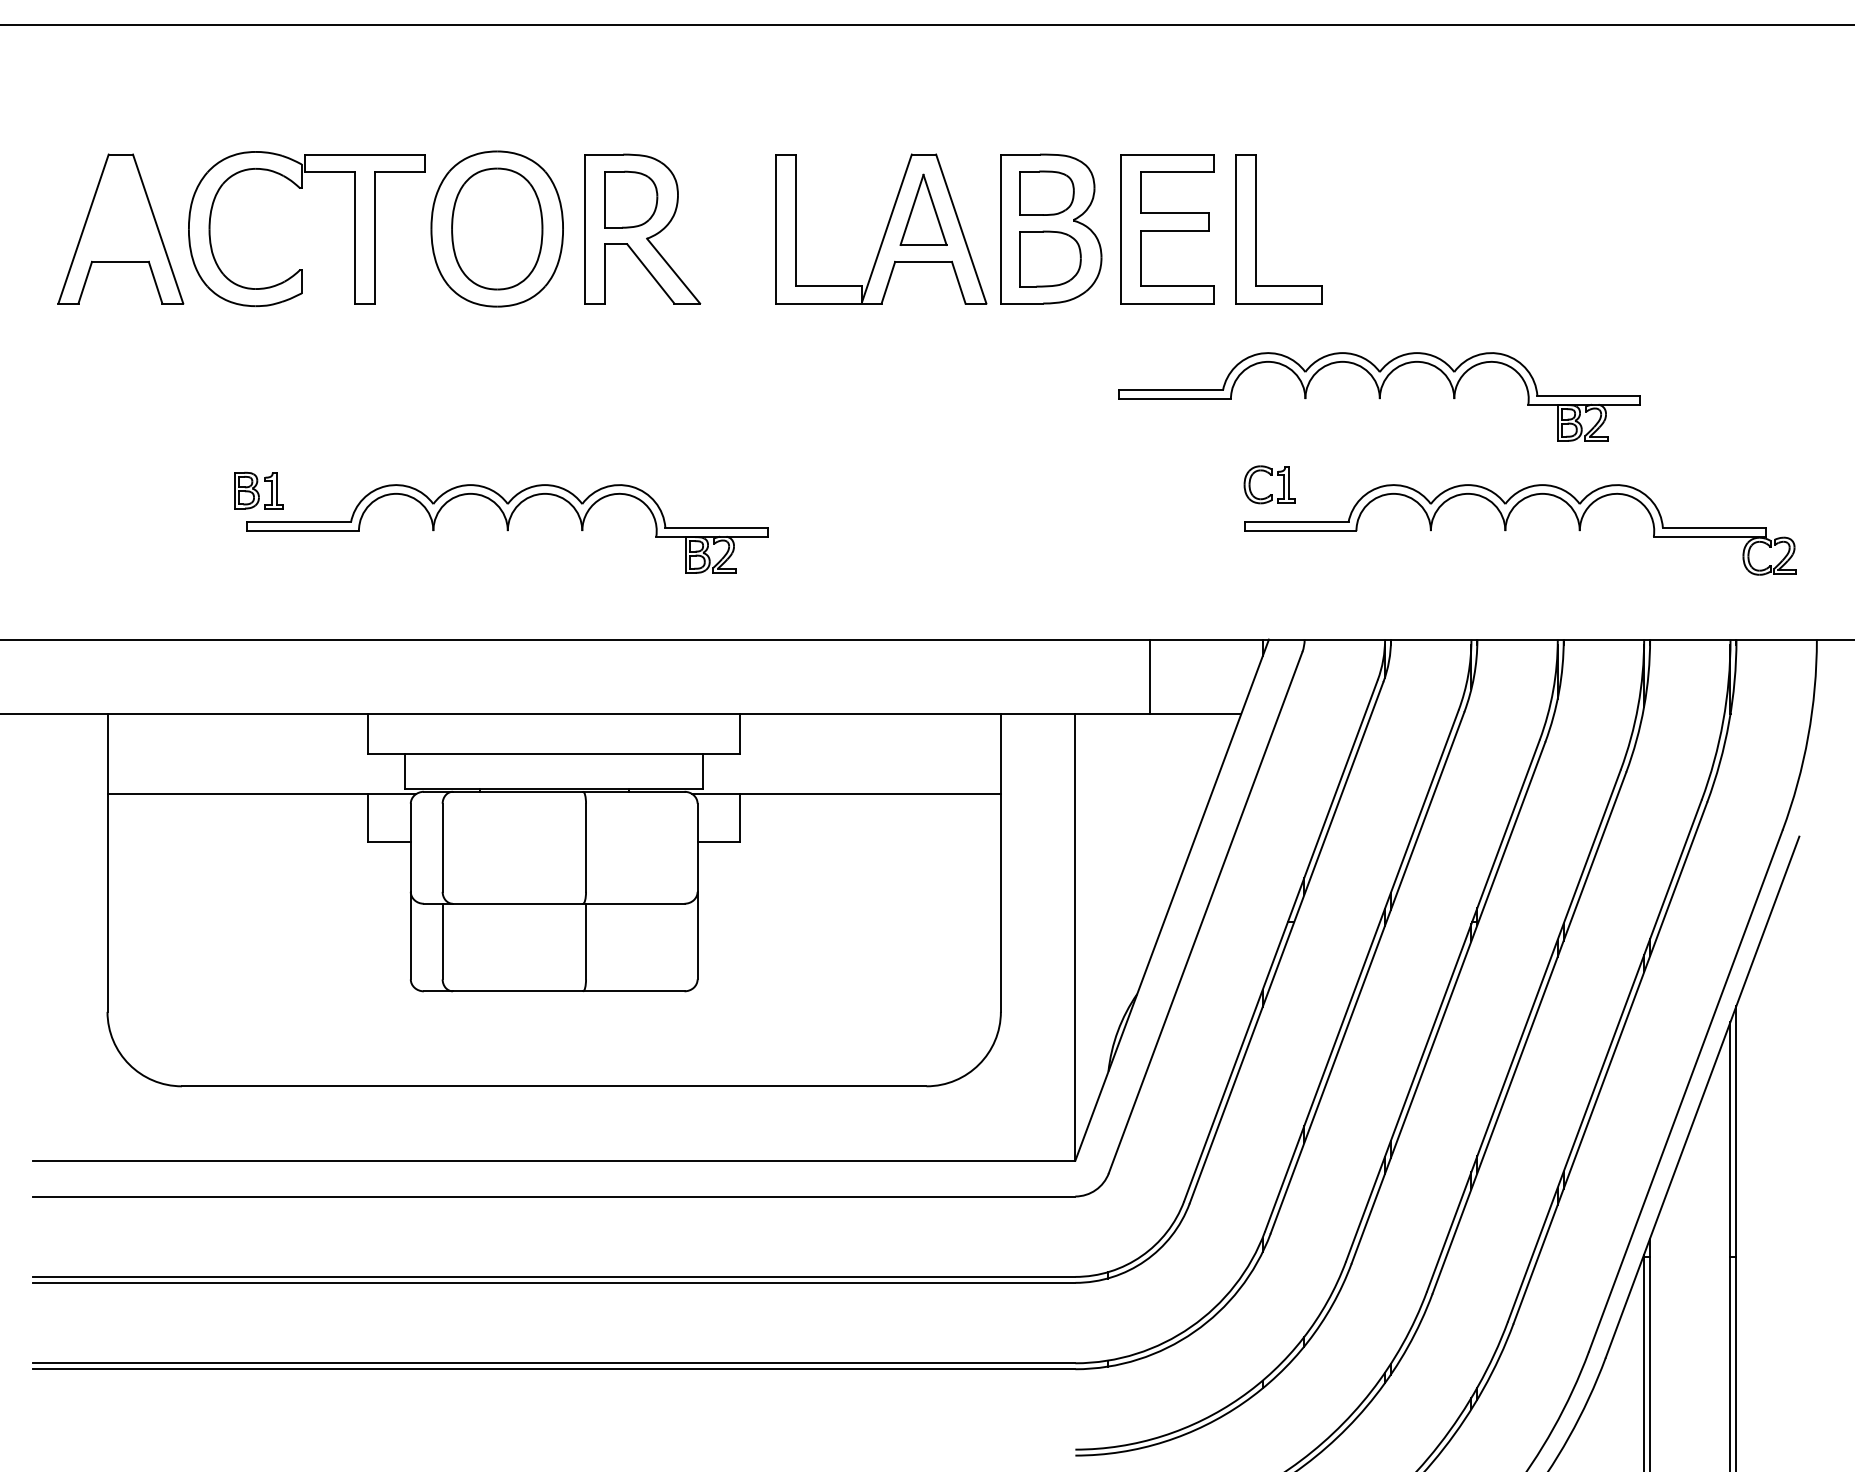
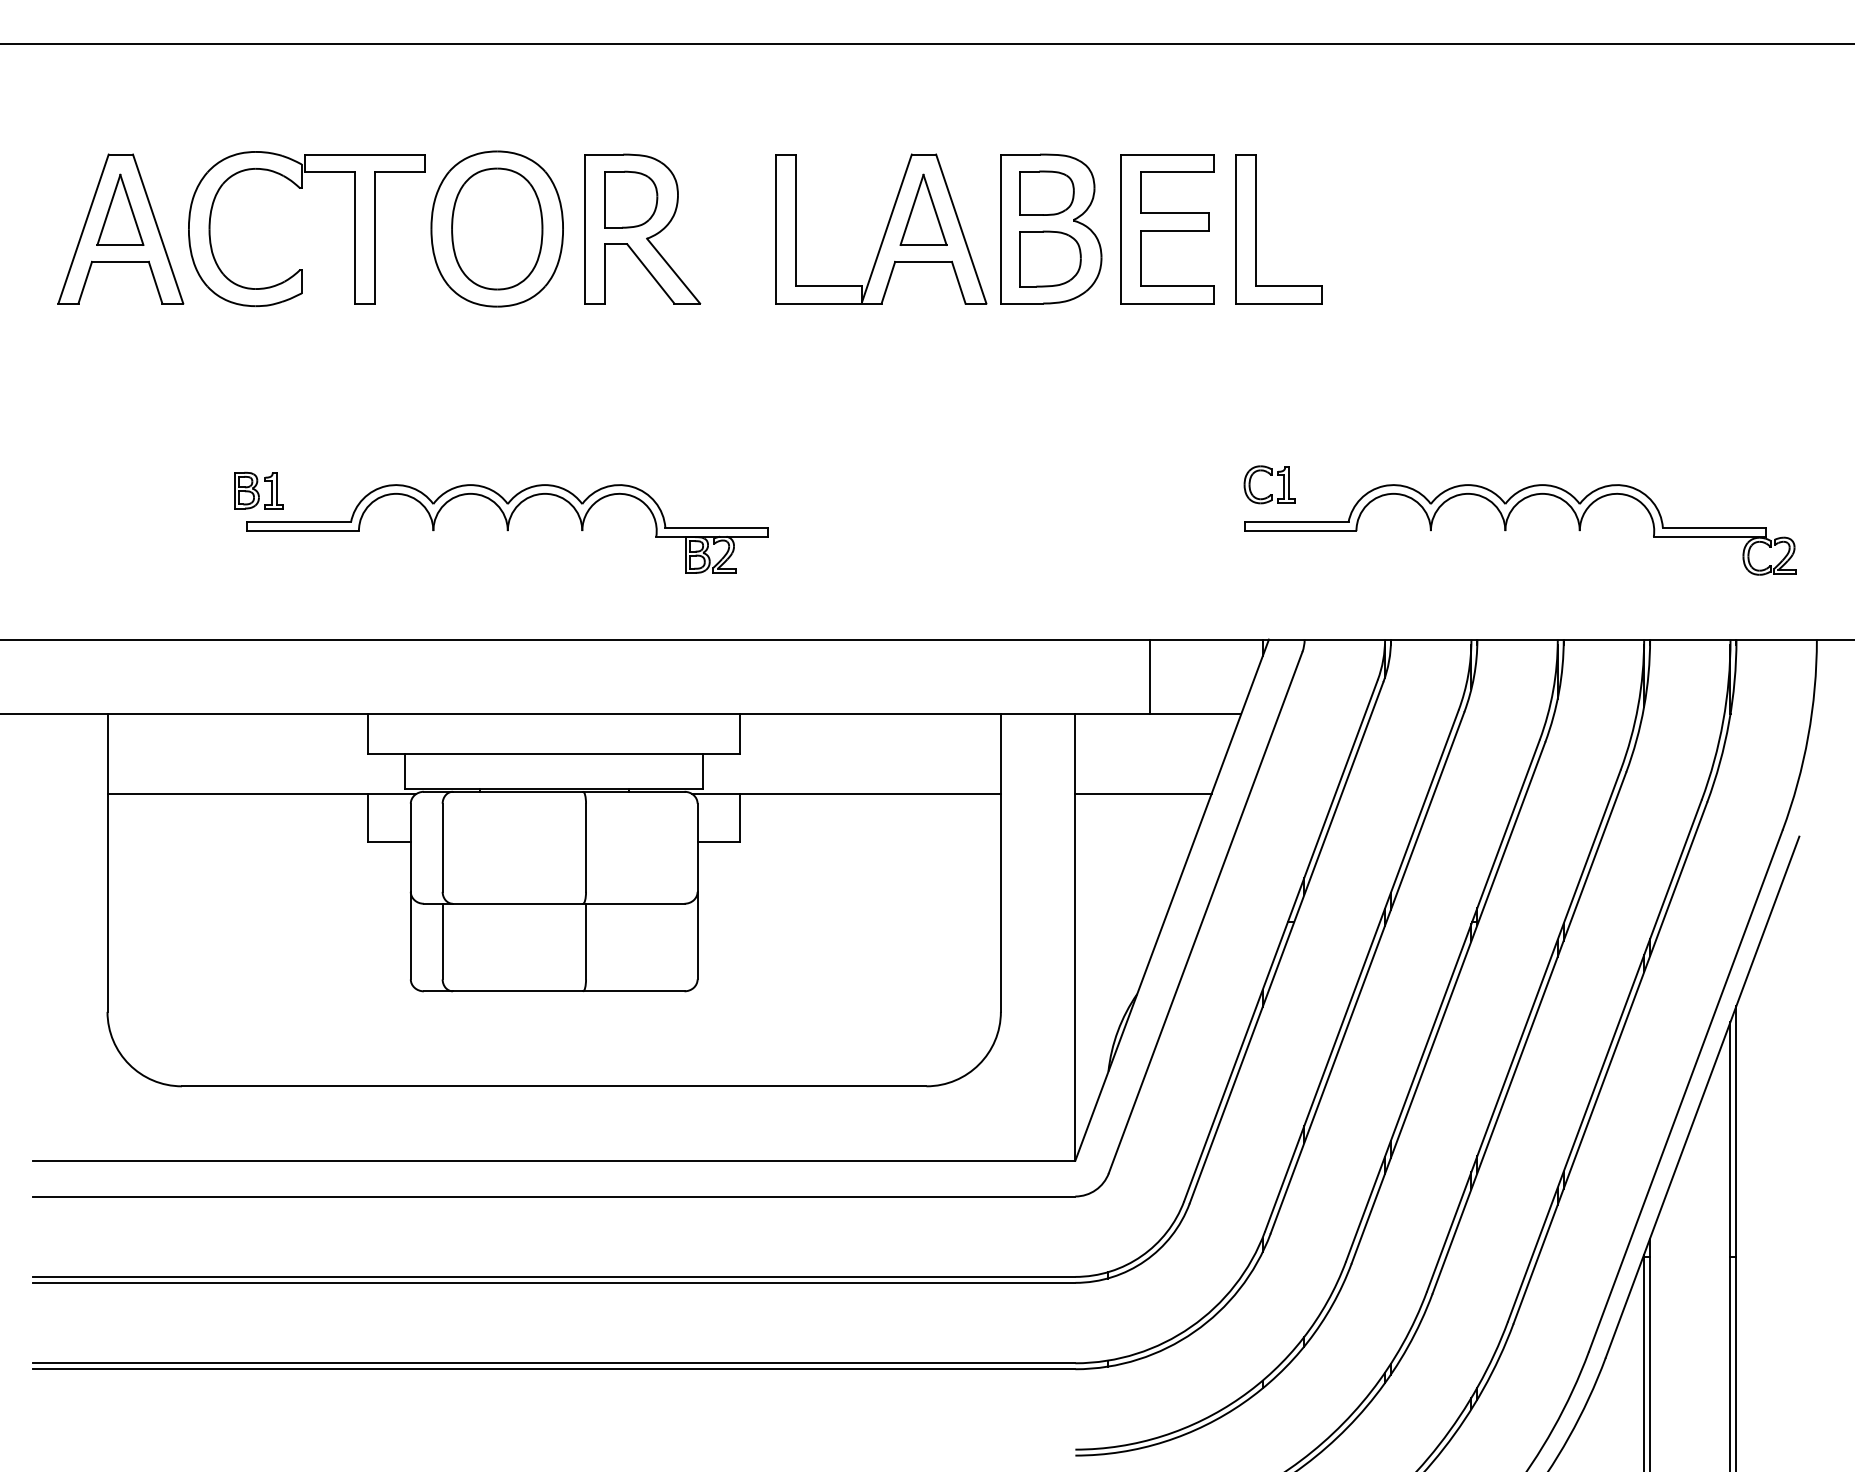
line at (926, 25) position: (926, 25) -> (926, 44)
part at (120, 209): none -> present
part at (1379, 396): present -> none
line at (1143, 794): none -> present
